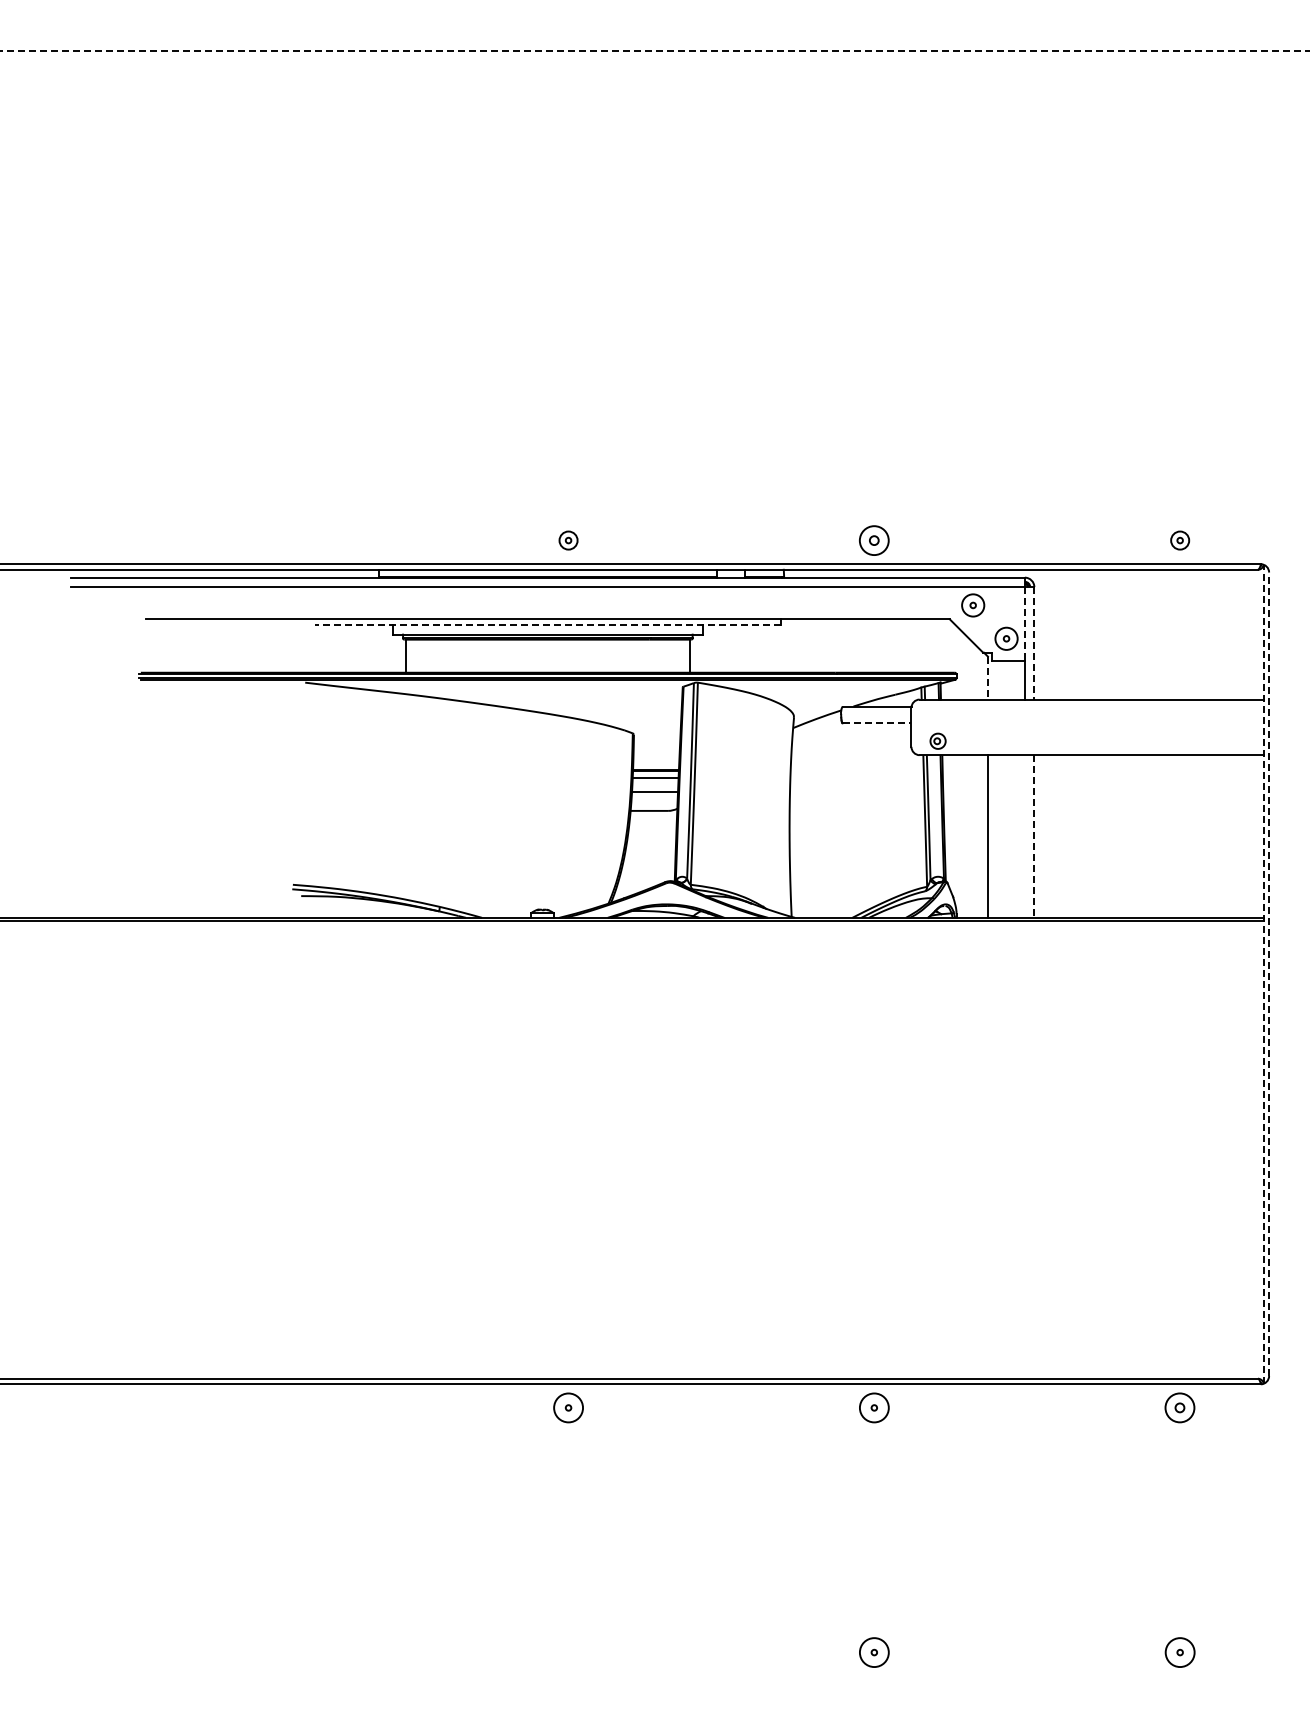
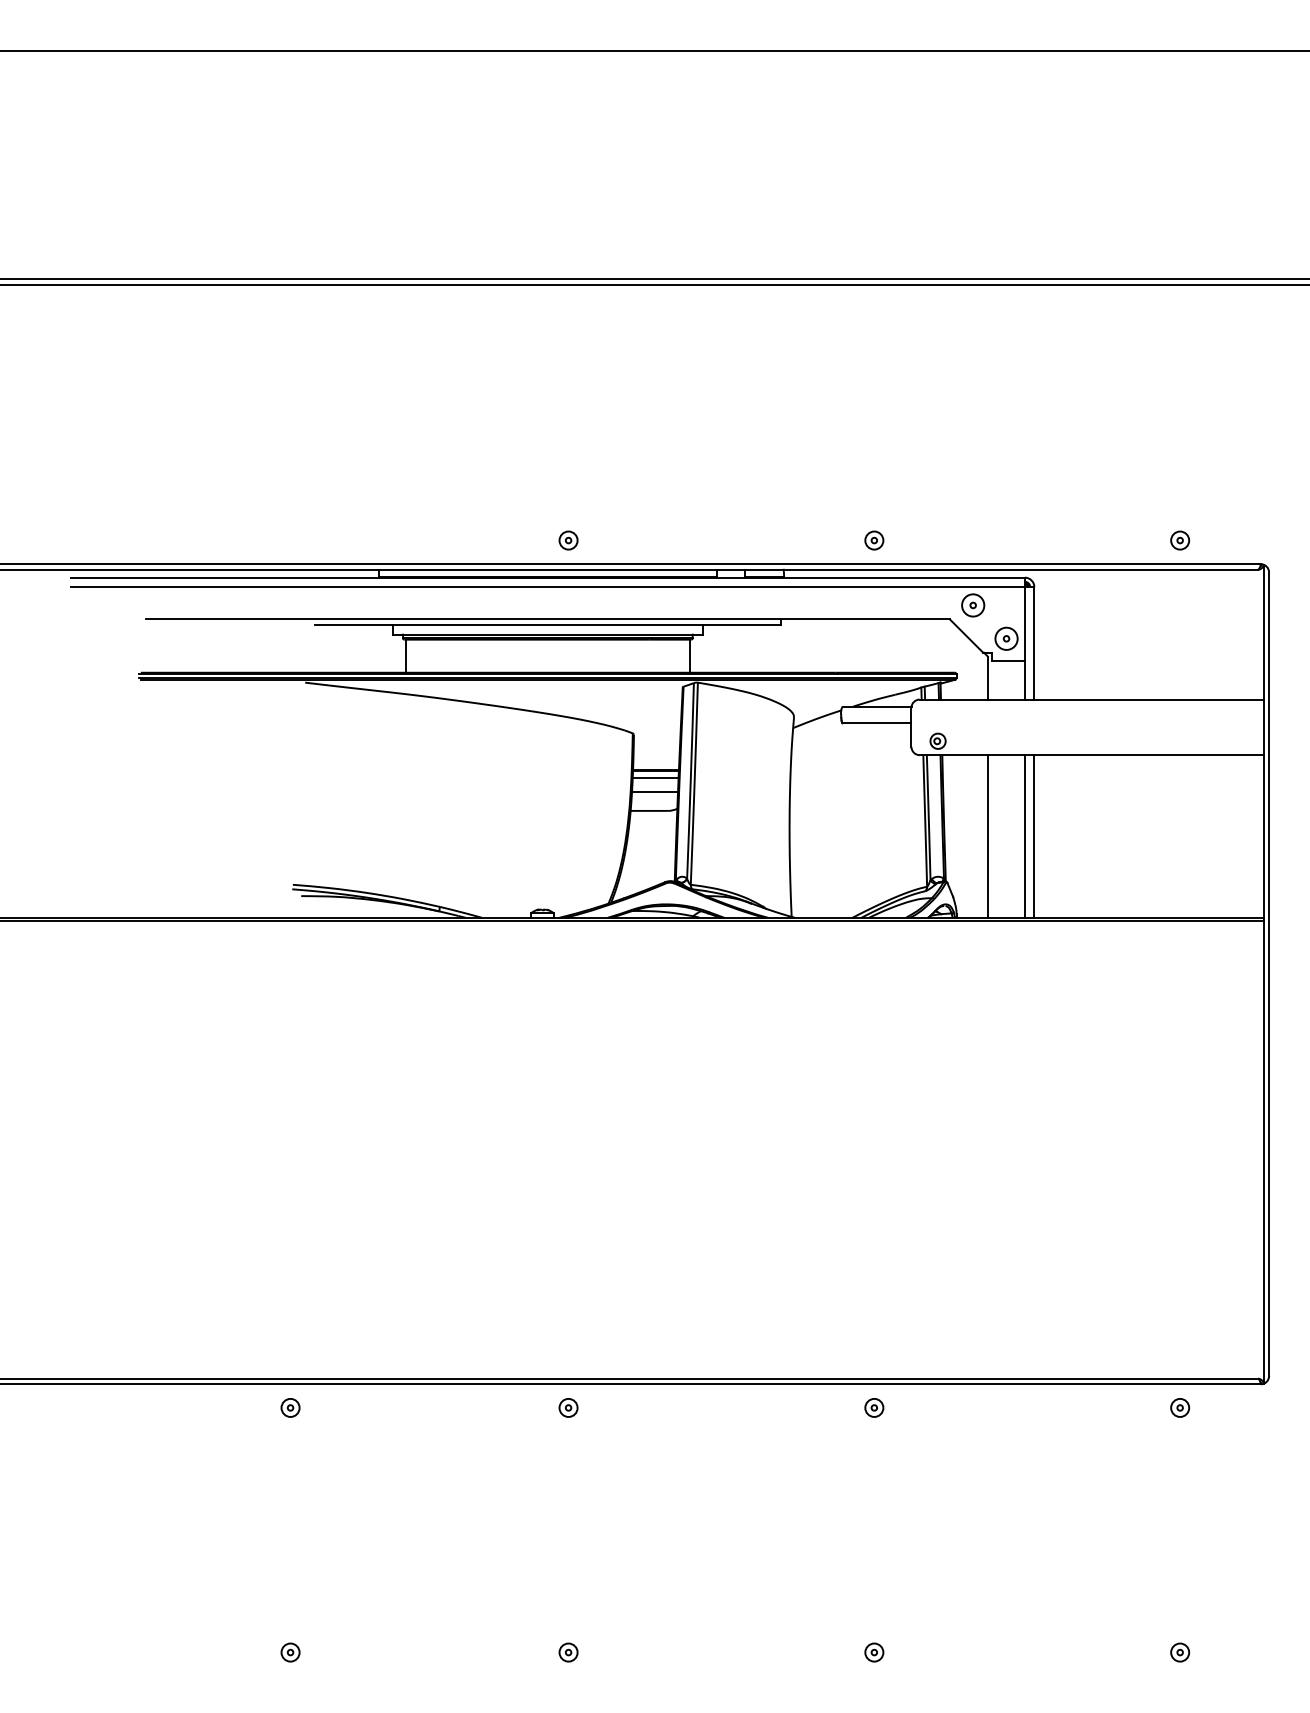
line at (655, 51): dashed -> solid
line at (654, 279): none -> present
line at (654, 284): none -> present
part at (874, 540) size: 31x31 px -> 21x21 px
line at (547, 624): dashed -> solid
line at (1024, 624): dashed -> solid
line at (1034, 643): dashed -> solid
line at (987, 678): dashed -> solid
line at (877, 723): dashed -> solid
line at (1024, 836): none -> present
line at (1034, 837): dashed -> solid
line at (1263, 974): dashed -> solid
line at (1269, 974): dashed -> solid
part at (290, 1407): none -> present
circle at (568, 1407) diameter: 29 px -> 18 px
circle at (873, 1407) diameter: 29 px -> 18 px
part at (1179, 1407) size: 32x32 px -> 21x20 px
part at (290, 1652): none -> present
part at (568, 1652): none -> present
circle at (873, 1652) diameter: 29 px -> 18 px
circle at (1179, 1652) diameter: 29 px -> 18 px
